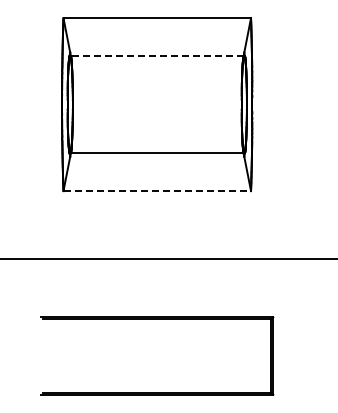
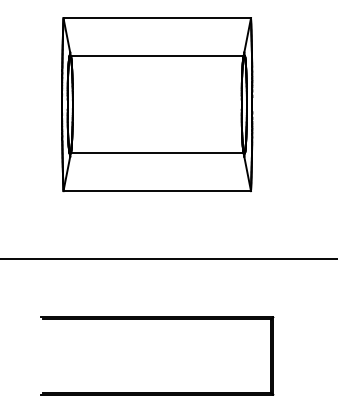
line at (156, 56): dashed -> solid
line at (157, 191): dashed -> solid
